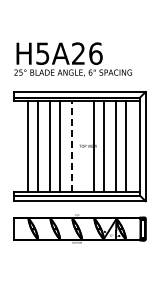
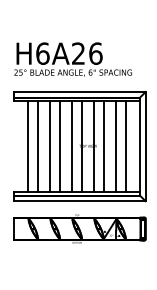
text at (42, 53): H5A26 -> H6A26
line at (72, 146): dashed -> solid
line at (82, 146): none -> present
